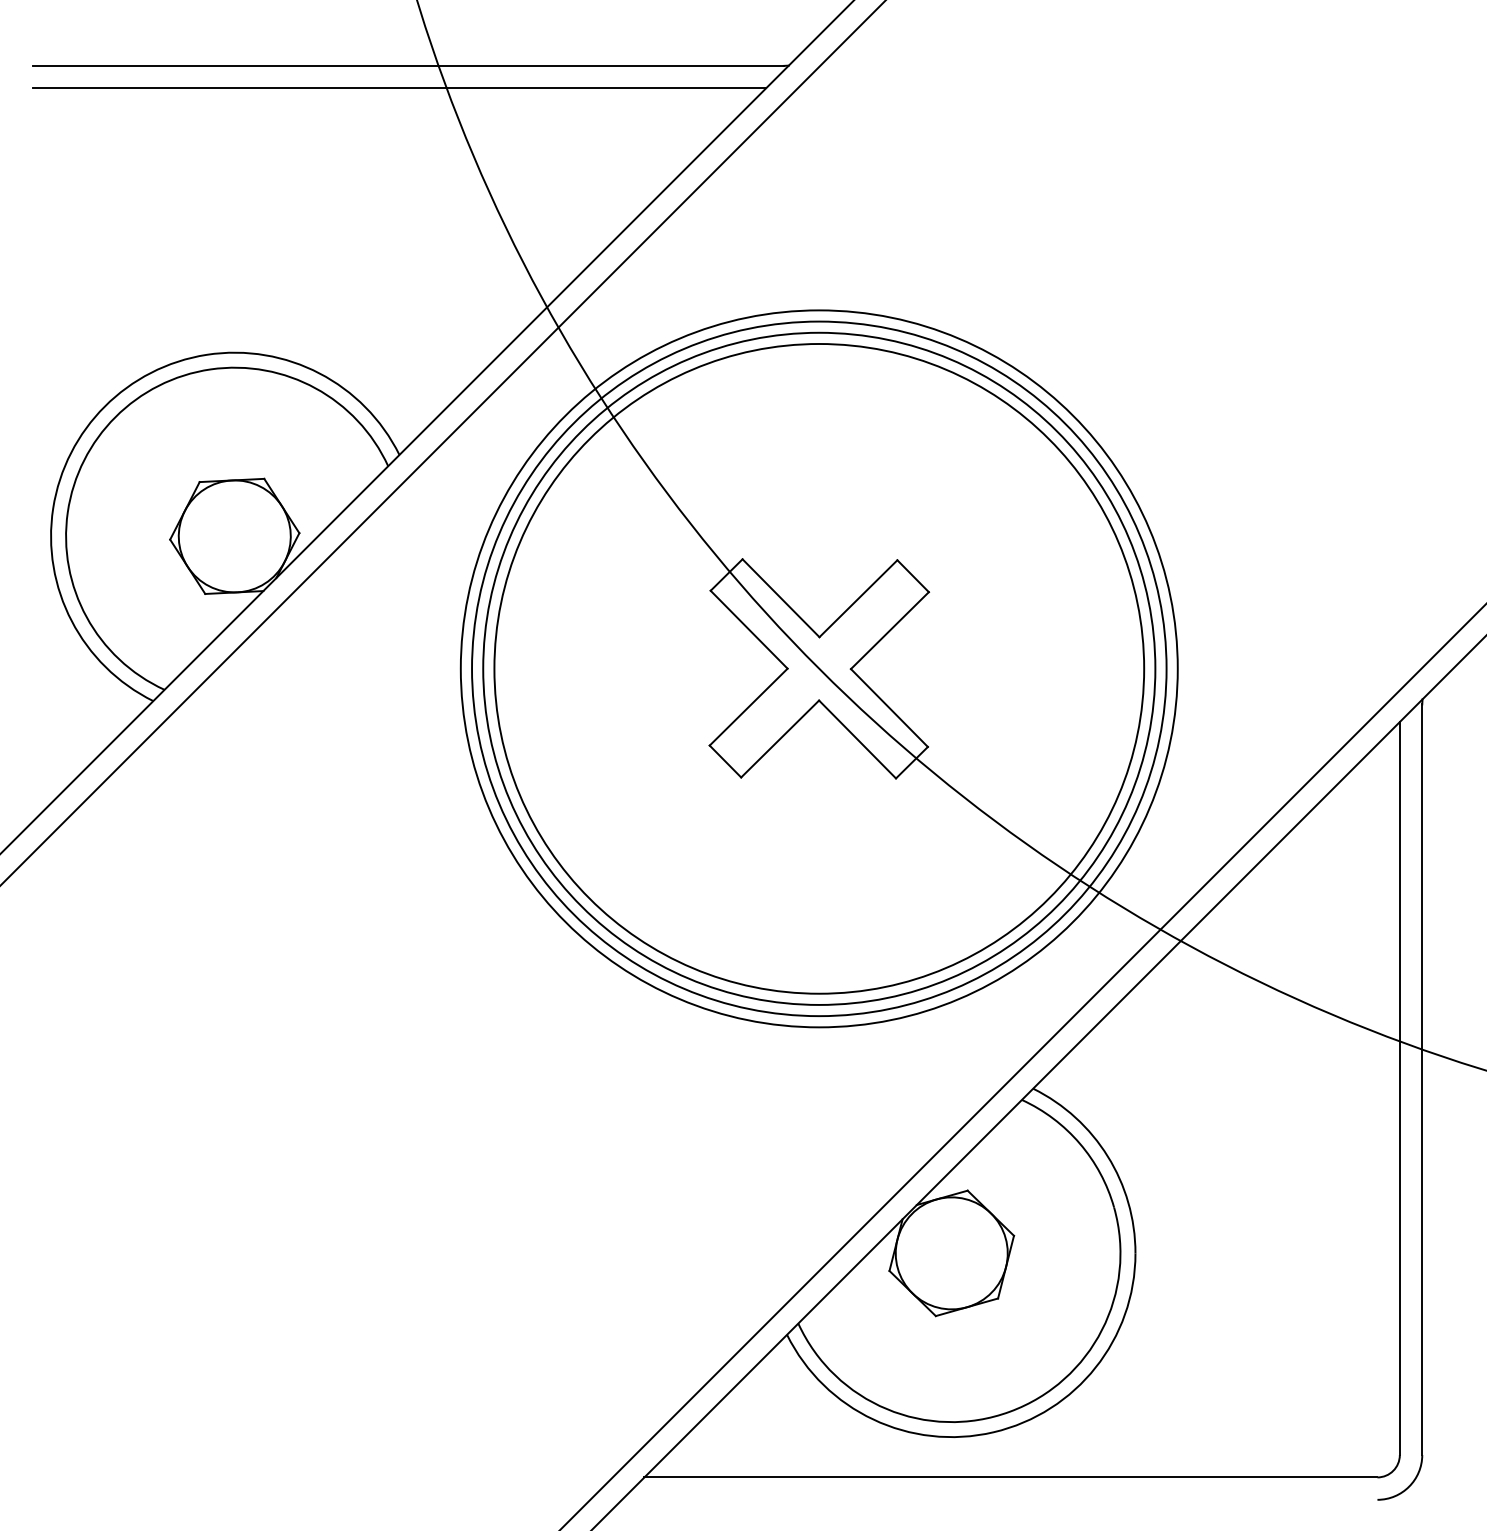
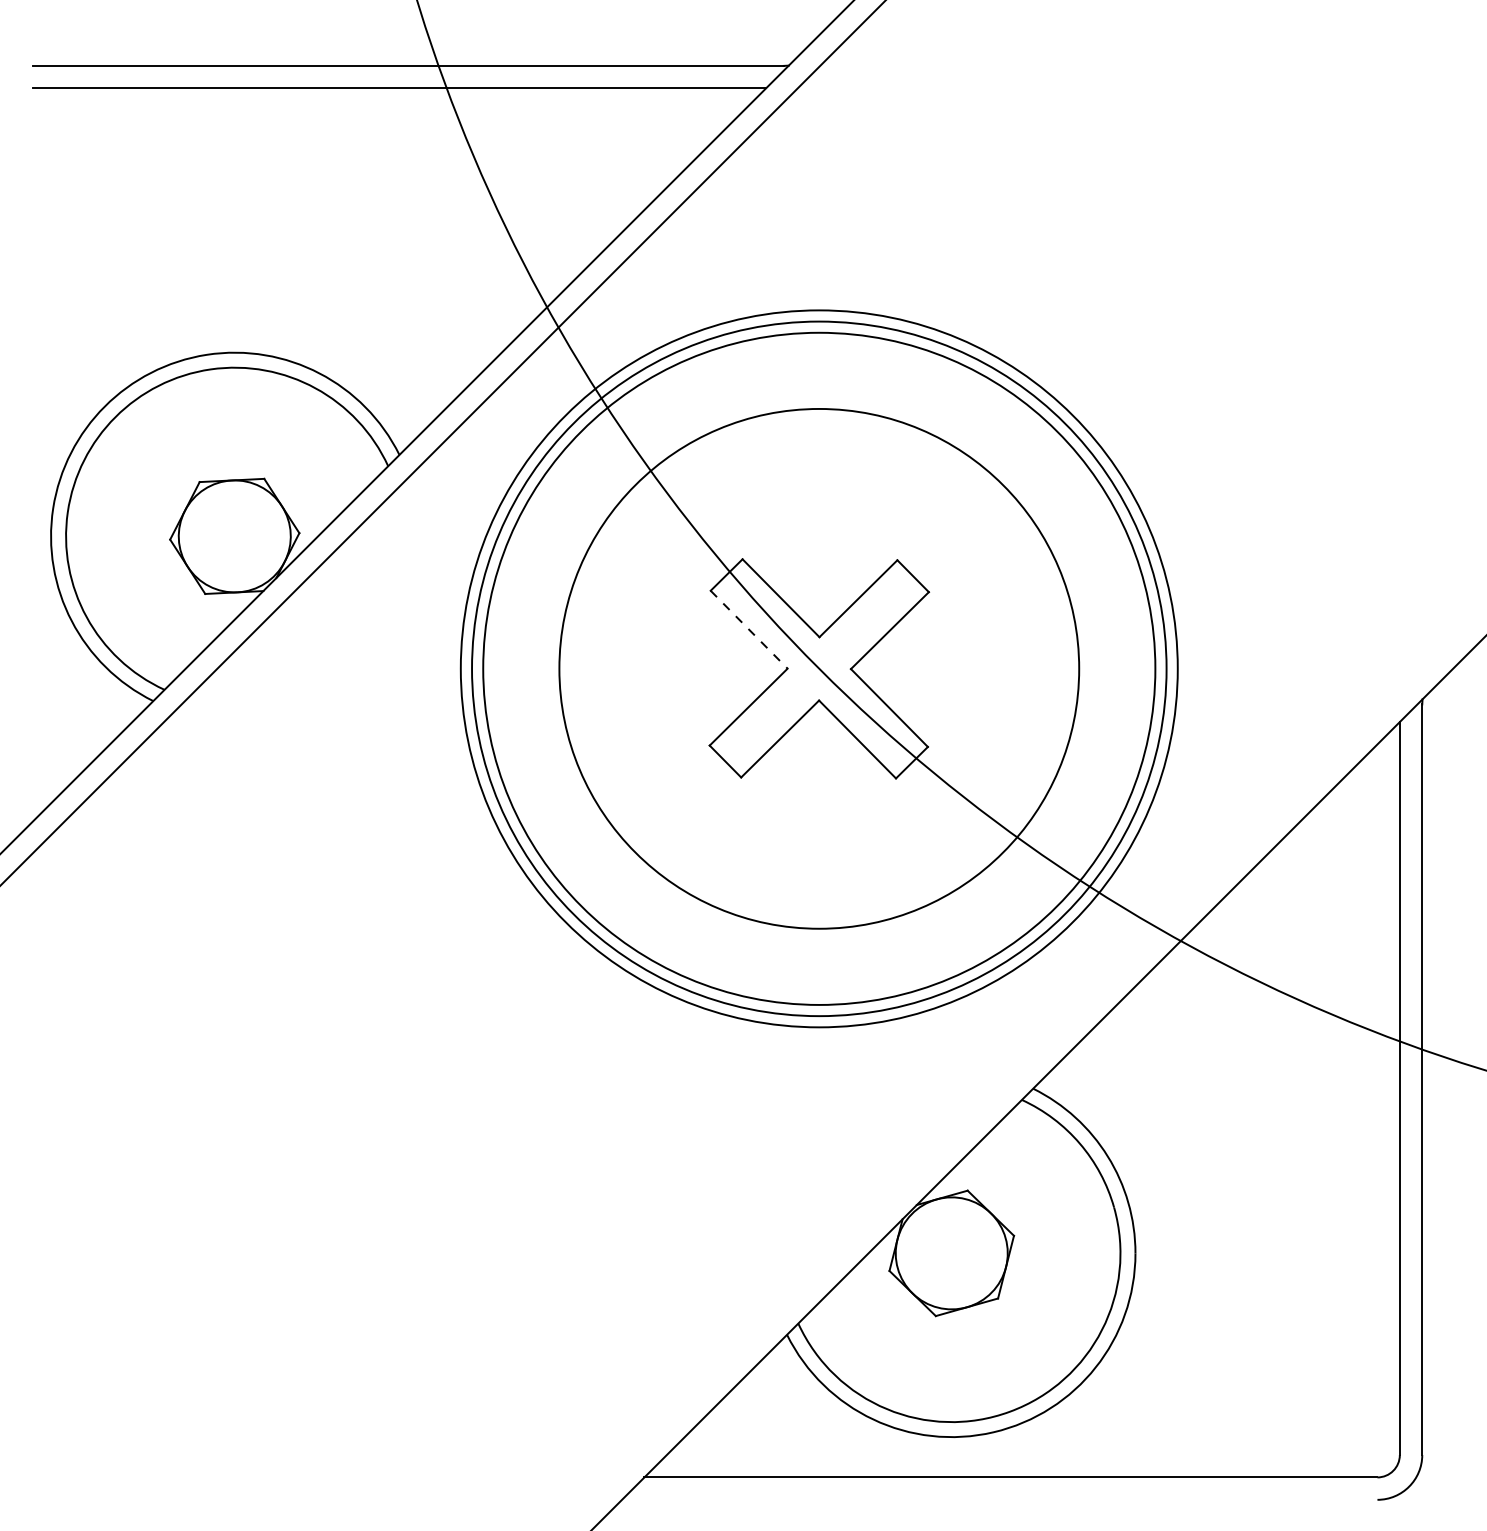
line at (749, 629): solid -> dashed
circle at (819, 668) diameter: 650 px -> 520 px
line at (1022, 1066): present -> none
